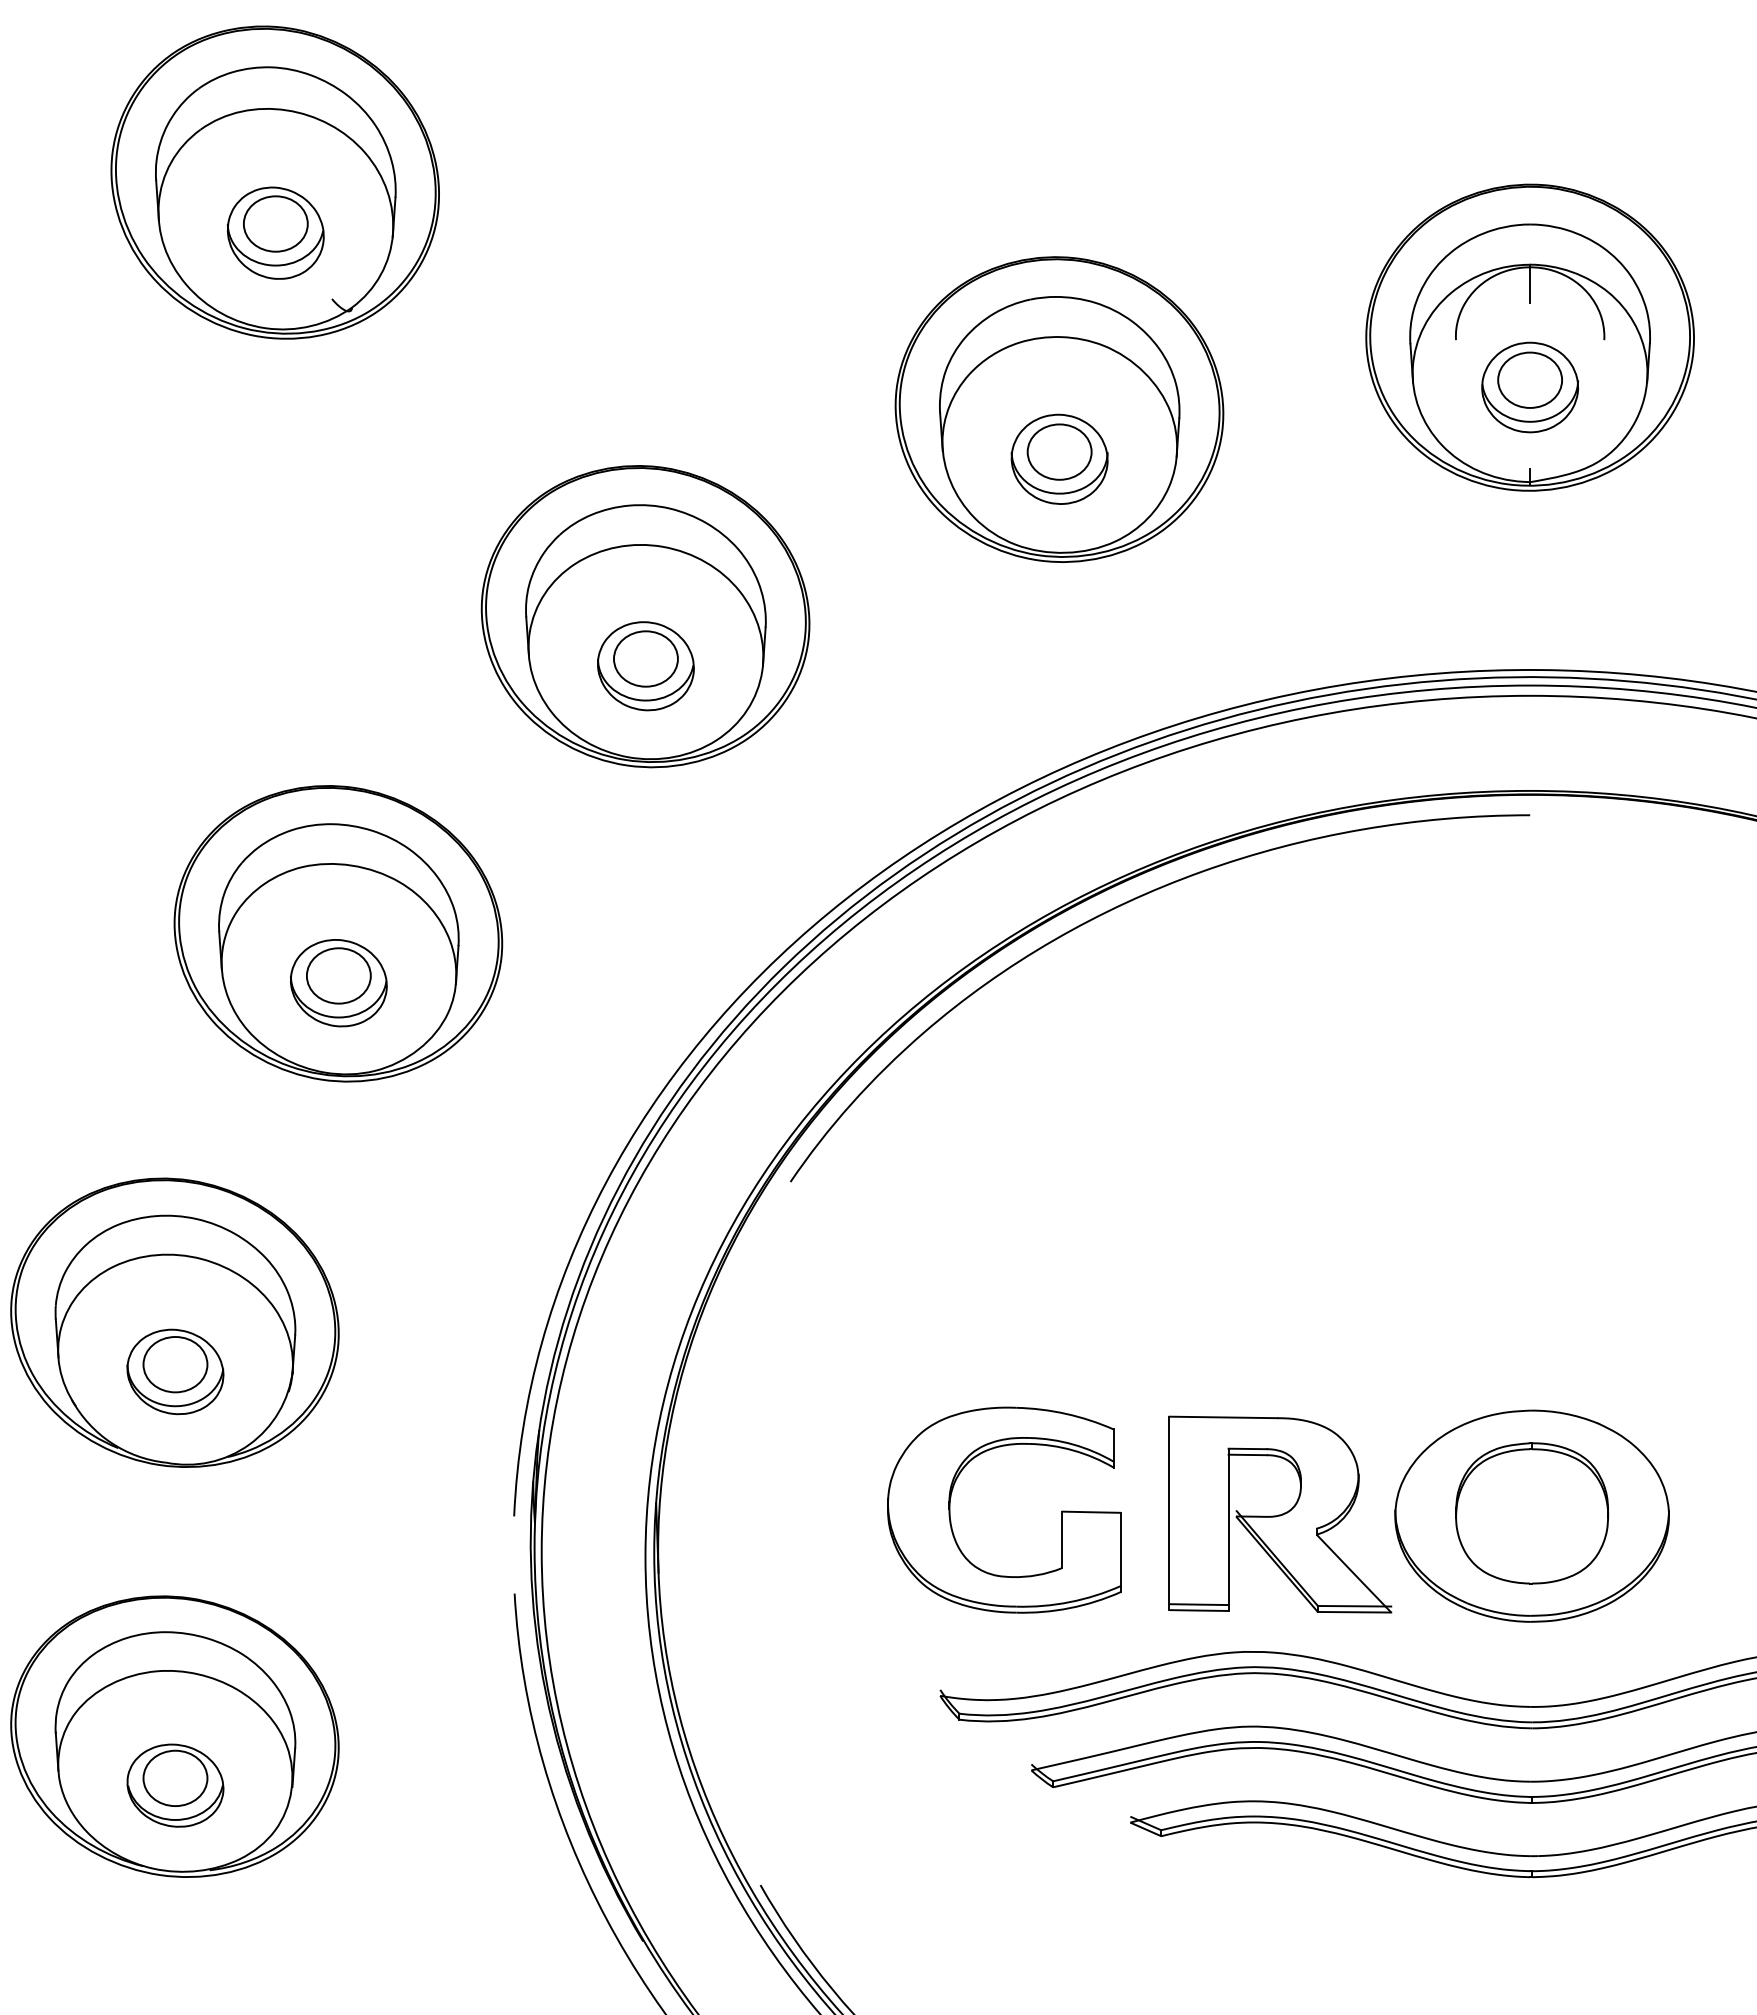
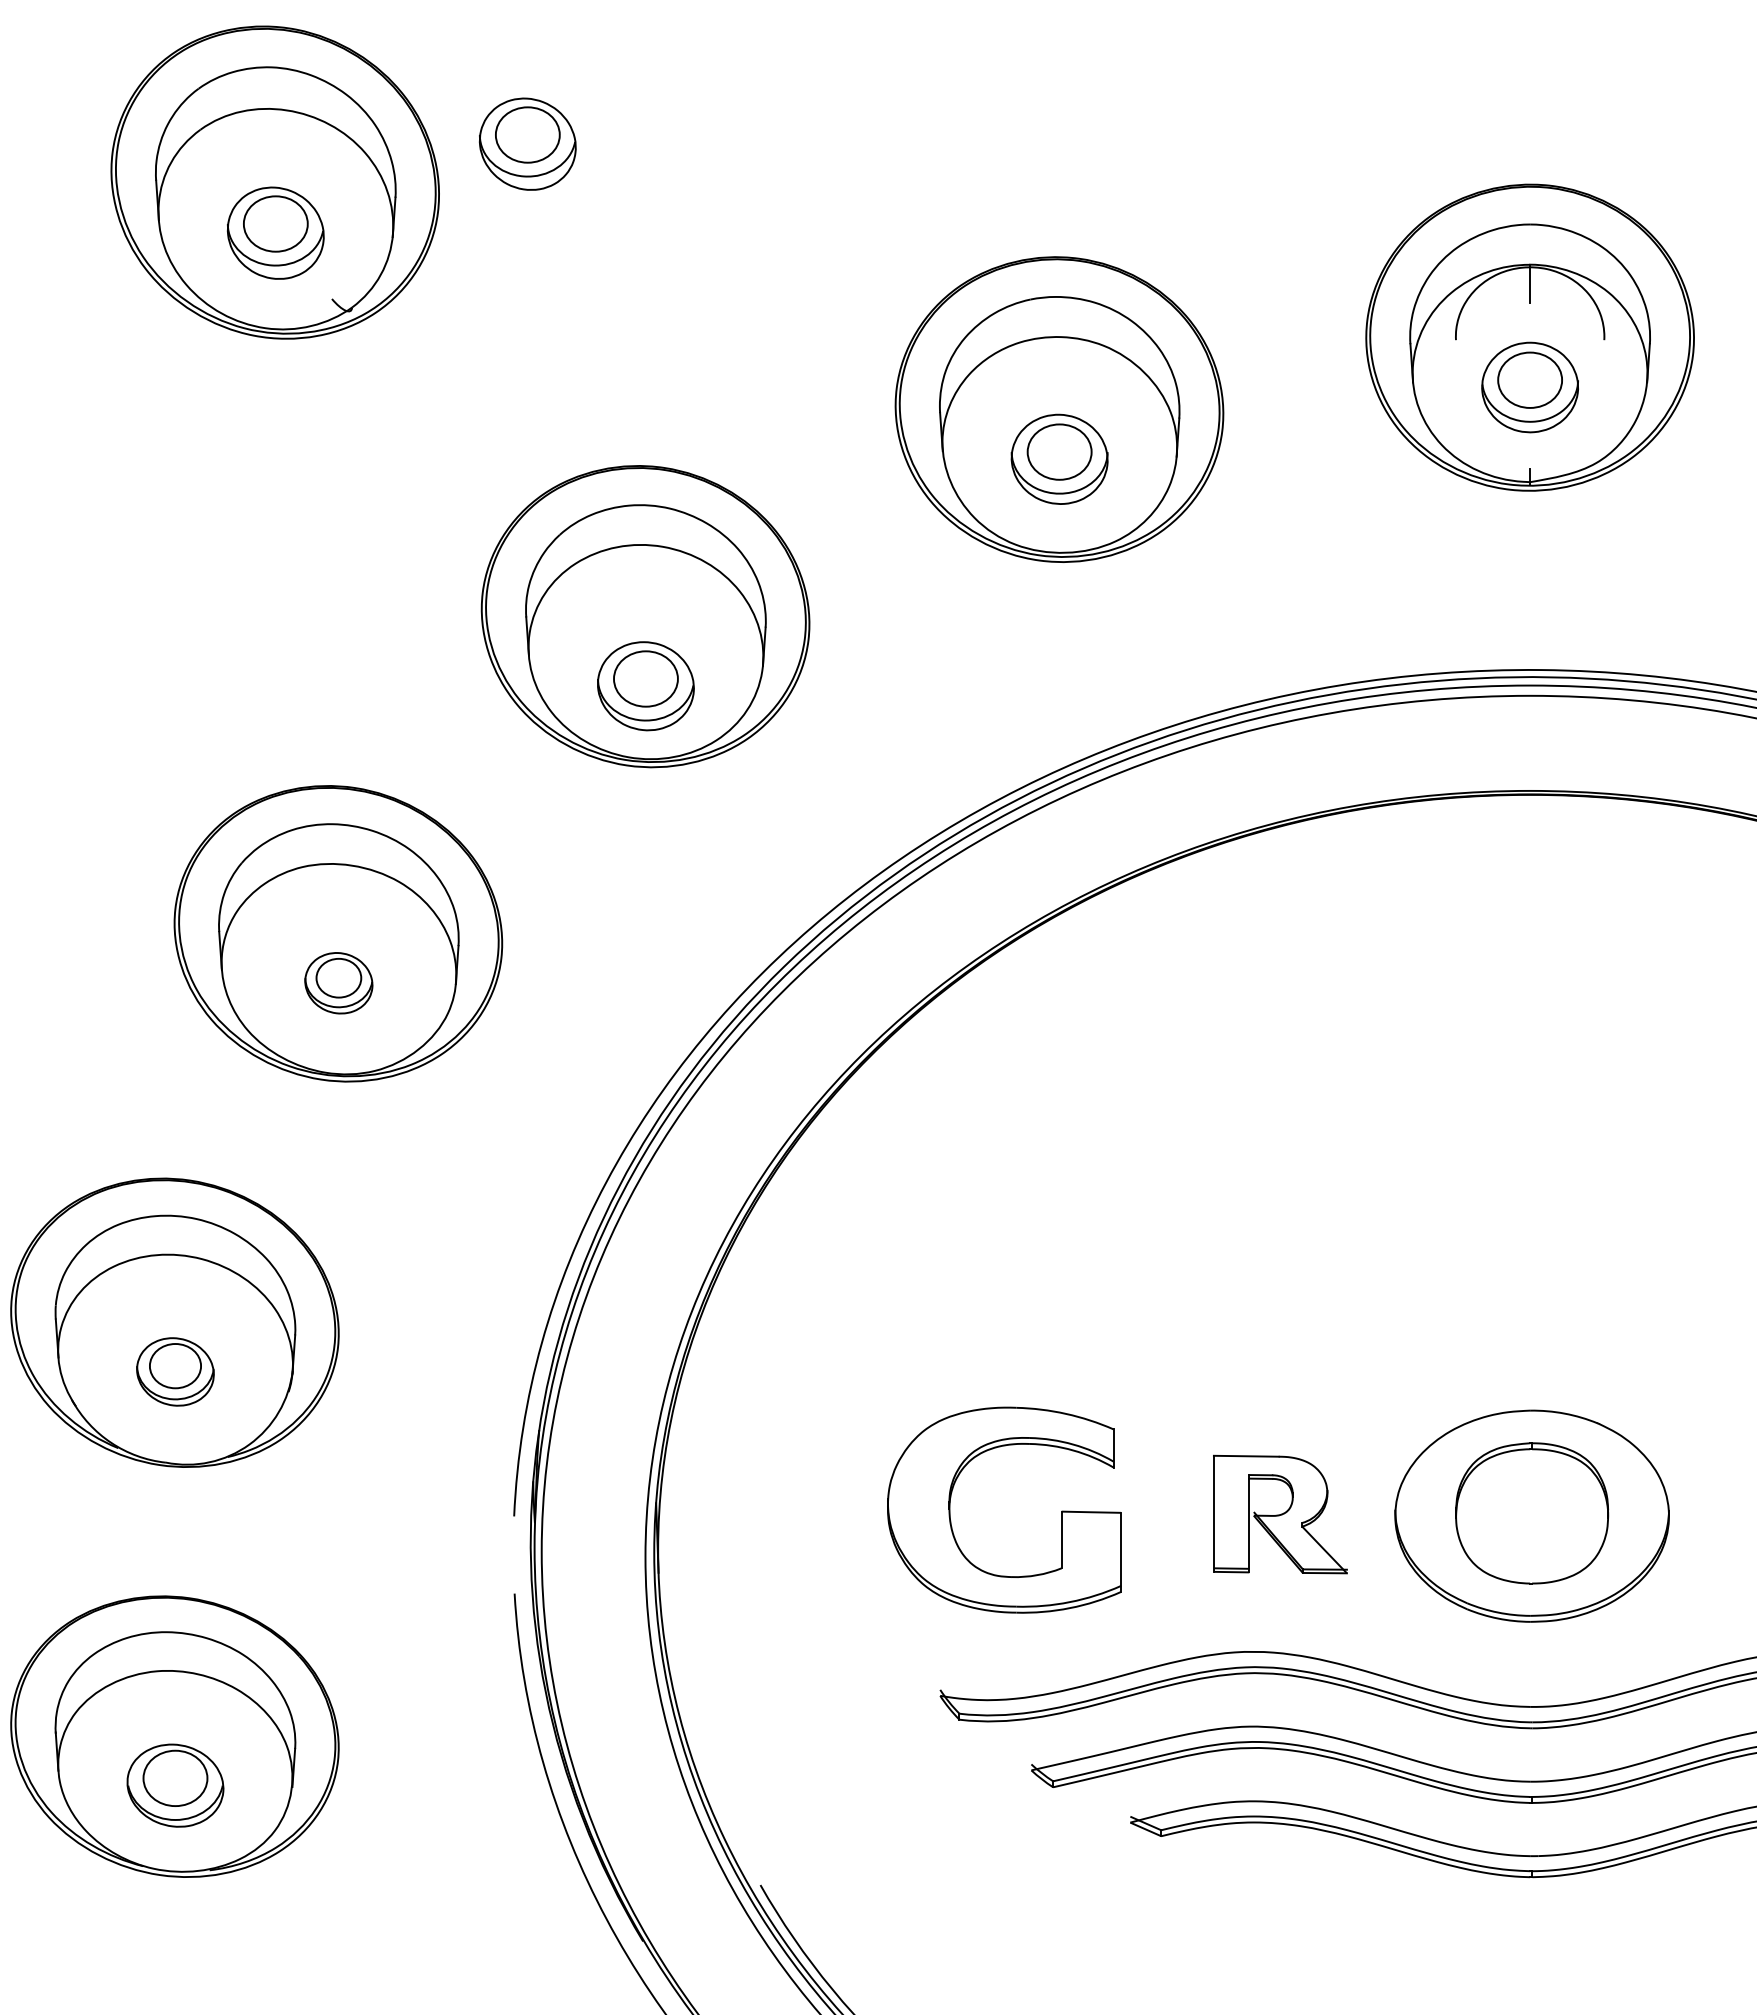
part at (527, 143): none -> present
part at (645, 666) position: (645, 666) -> (645, 686)
curve at (1123, 905): present -> none
part at (338, 983) size: 98x89 px -> 70x63 px
part at (175, 1371) size: 99x88 px -> 79x70 px
part at (1280, 1514) size: 225x199 px -> 135x121 px
